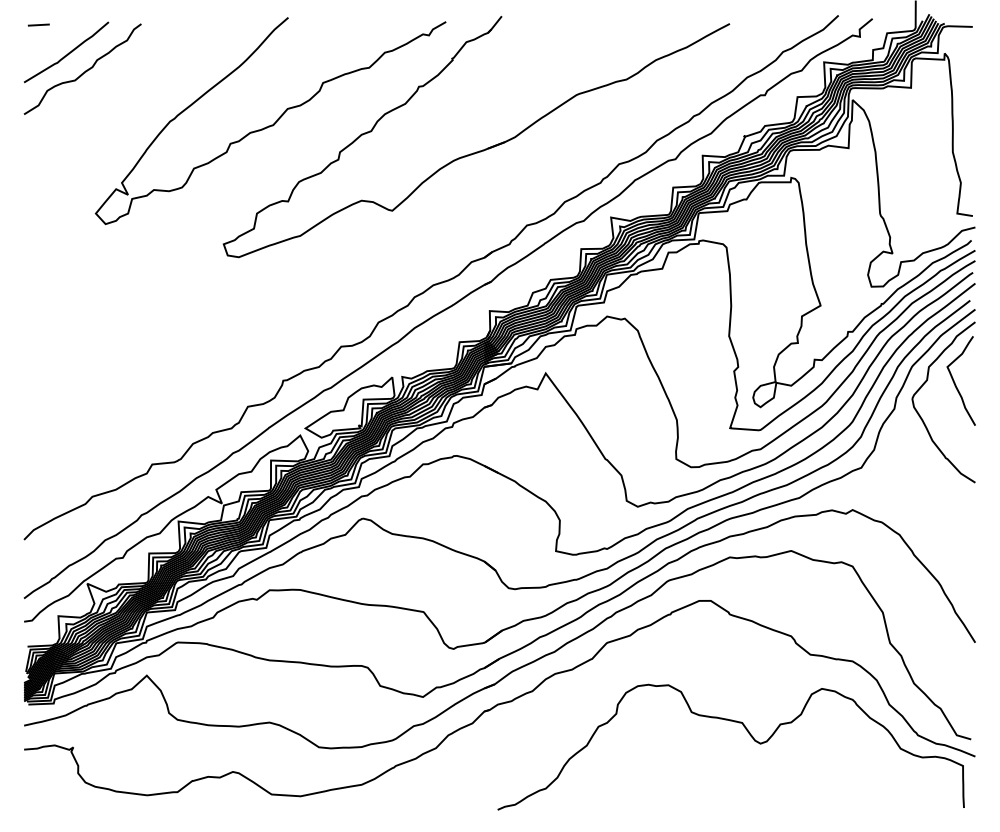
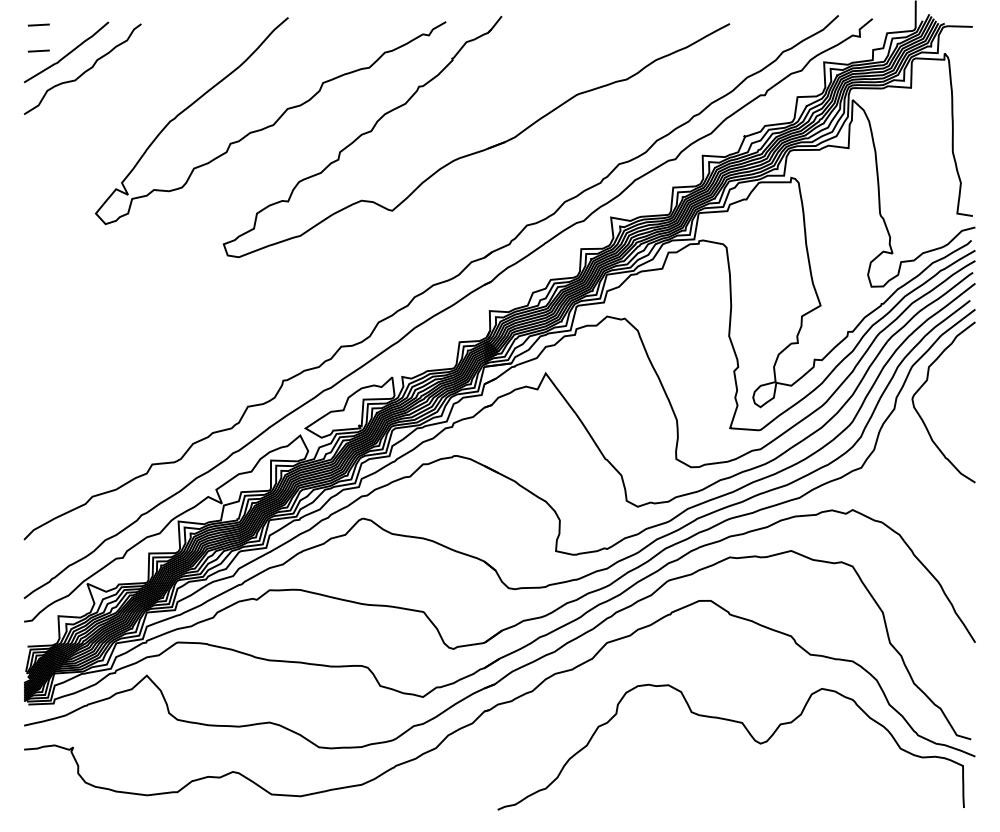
line at (38, 50): none -> present
curve at (955, 382): present -> none
